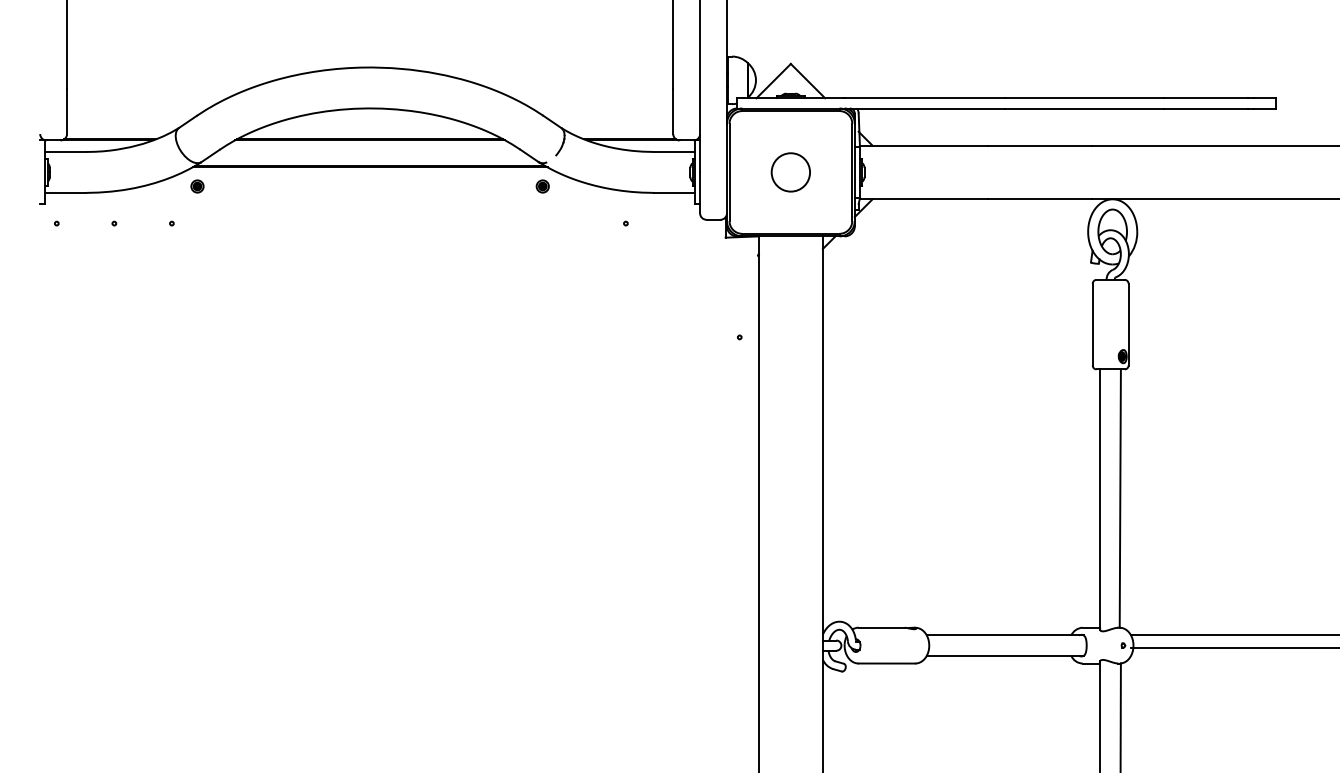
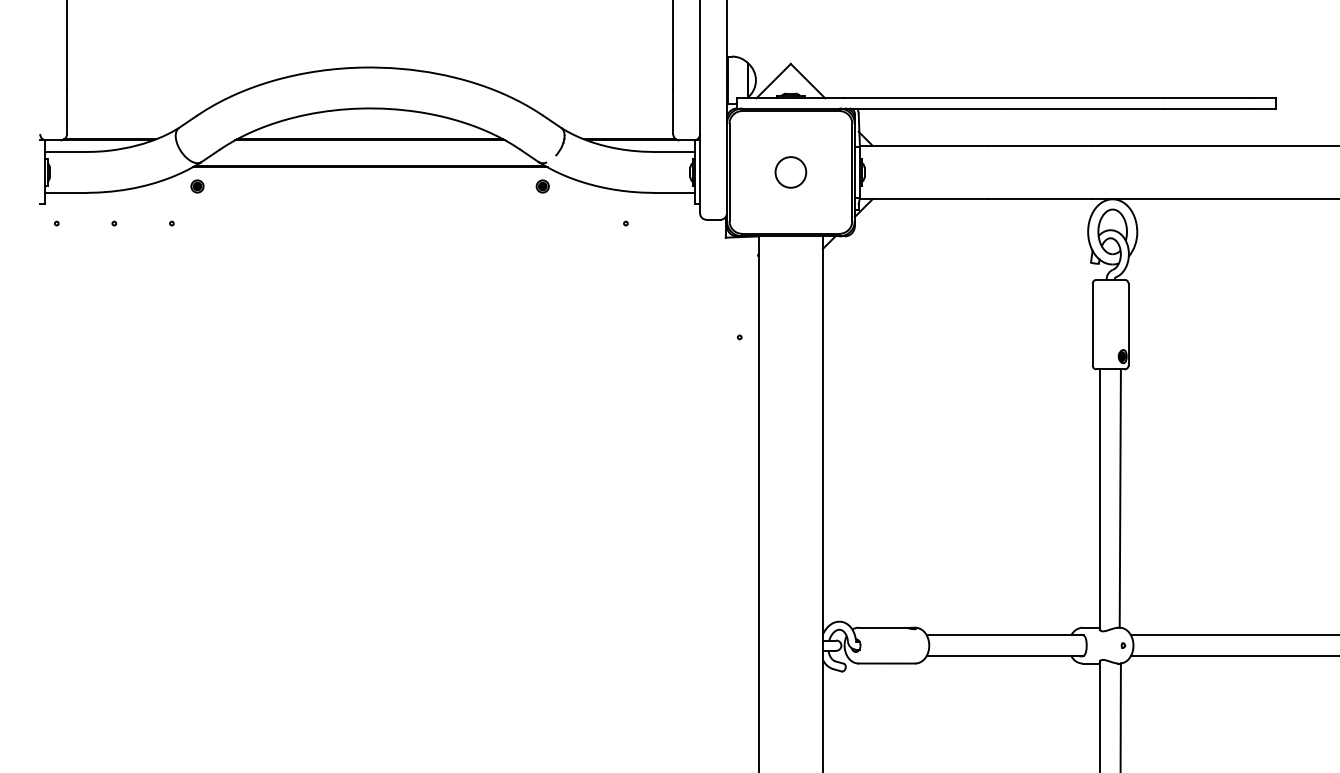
circle at (790, 172) size: 41x41 px -> 34x33 px
line at (1233, 647) position: (1233, 647) -> (1233, 655)
